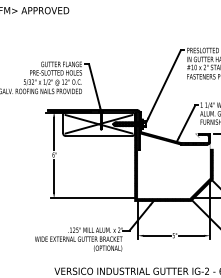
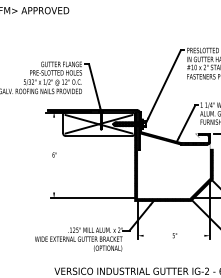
line at (54, 133): present -> none
line at (54, 175): present -> none
line at (156, 235): present -> none
line at (191, 235): present -> none
